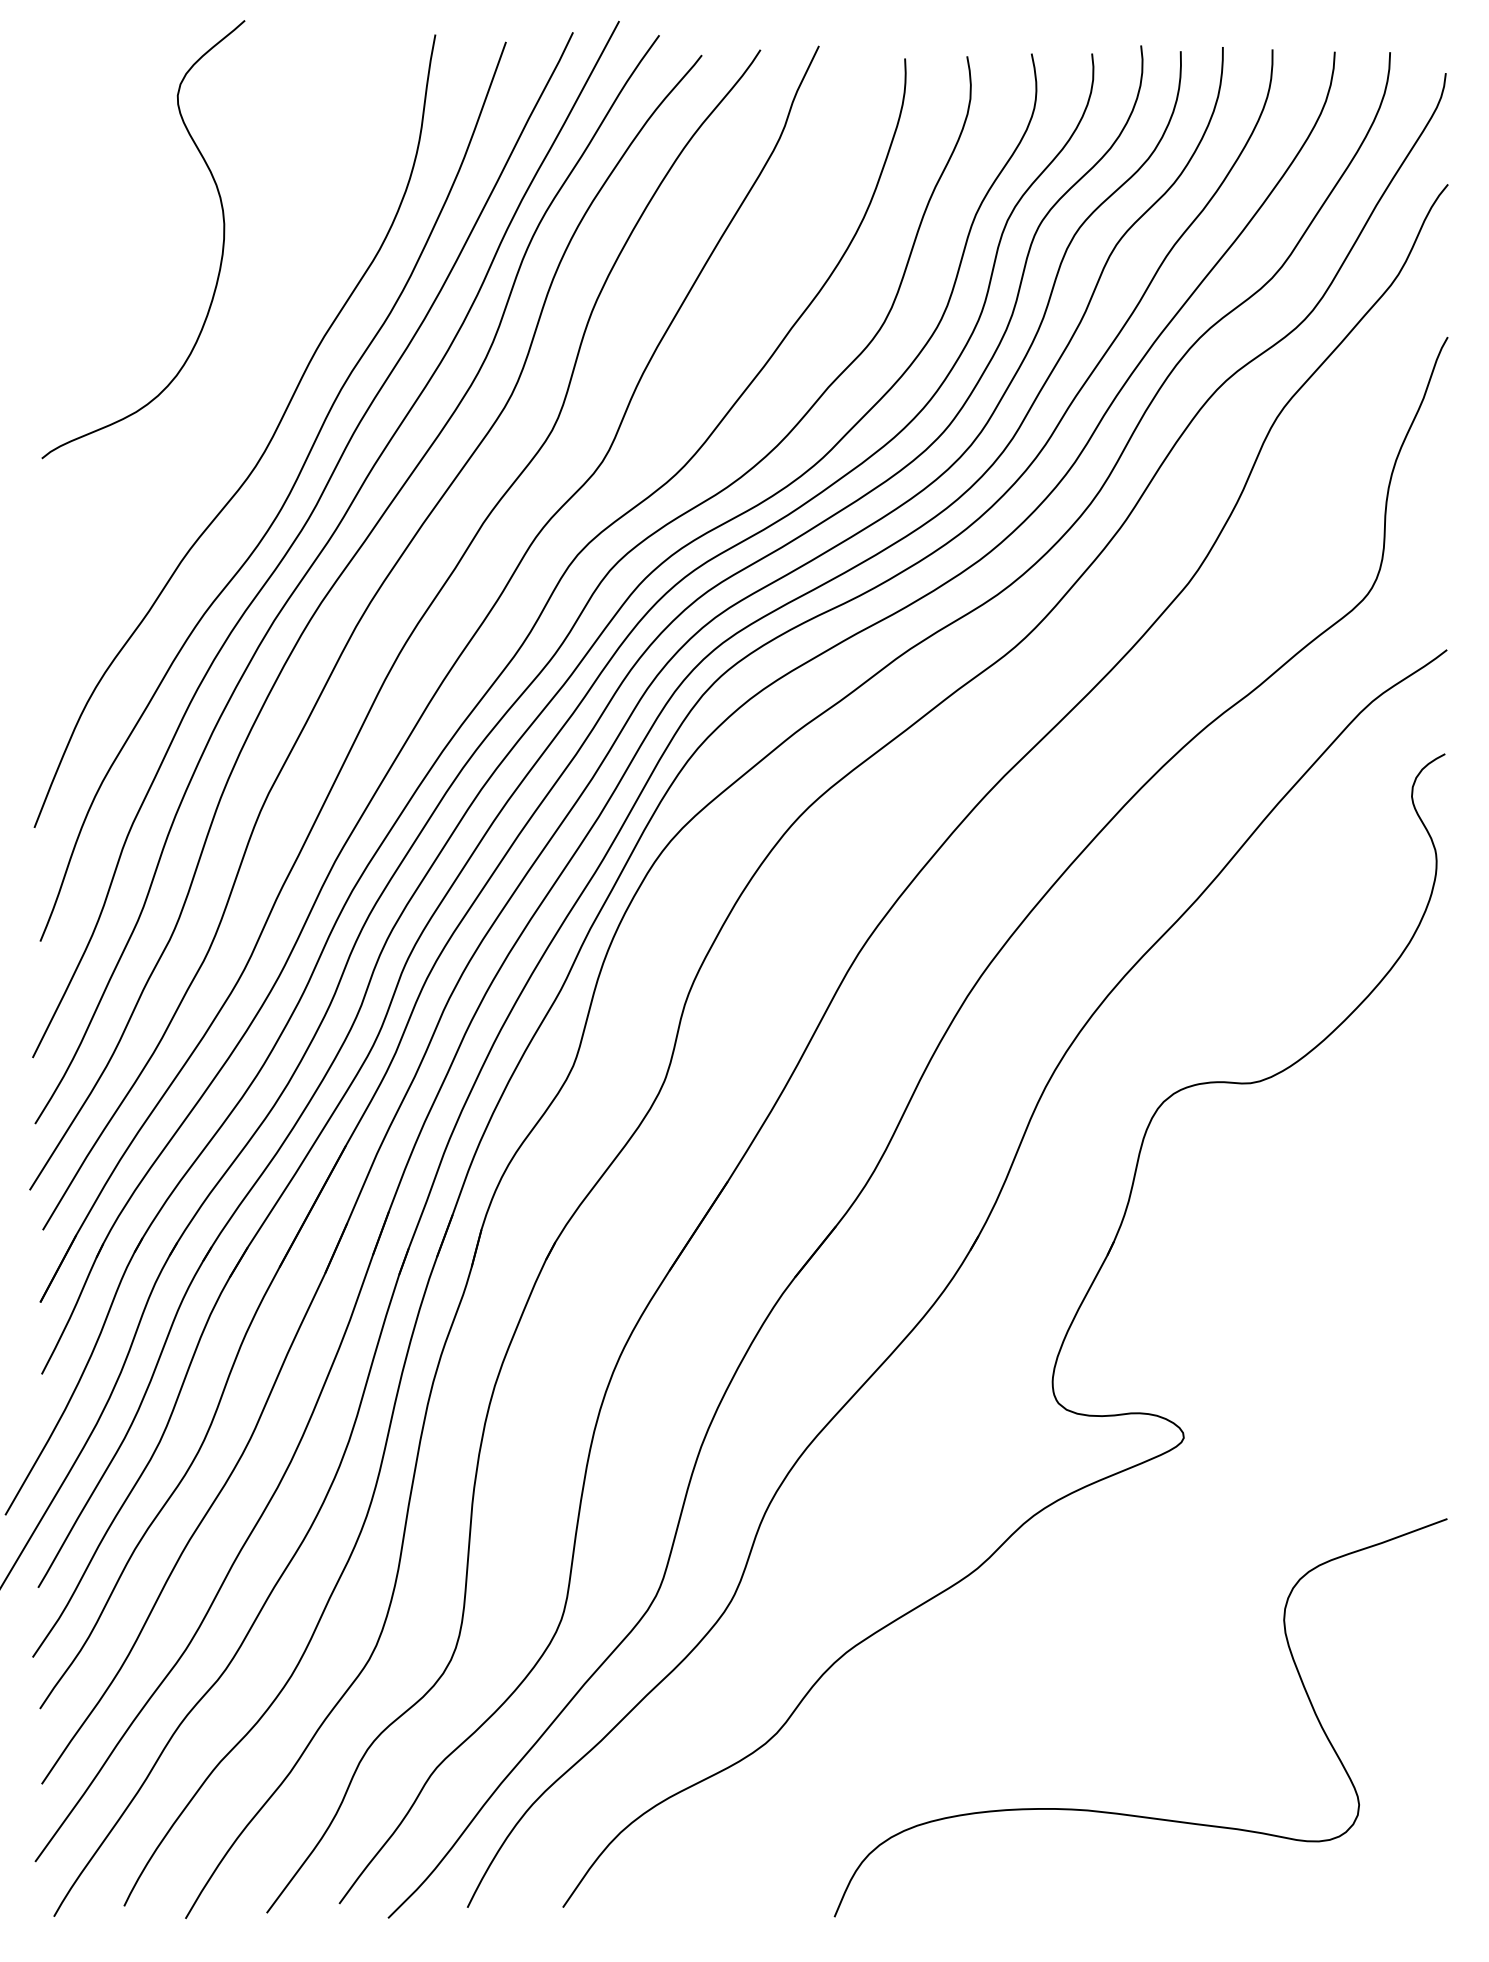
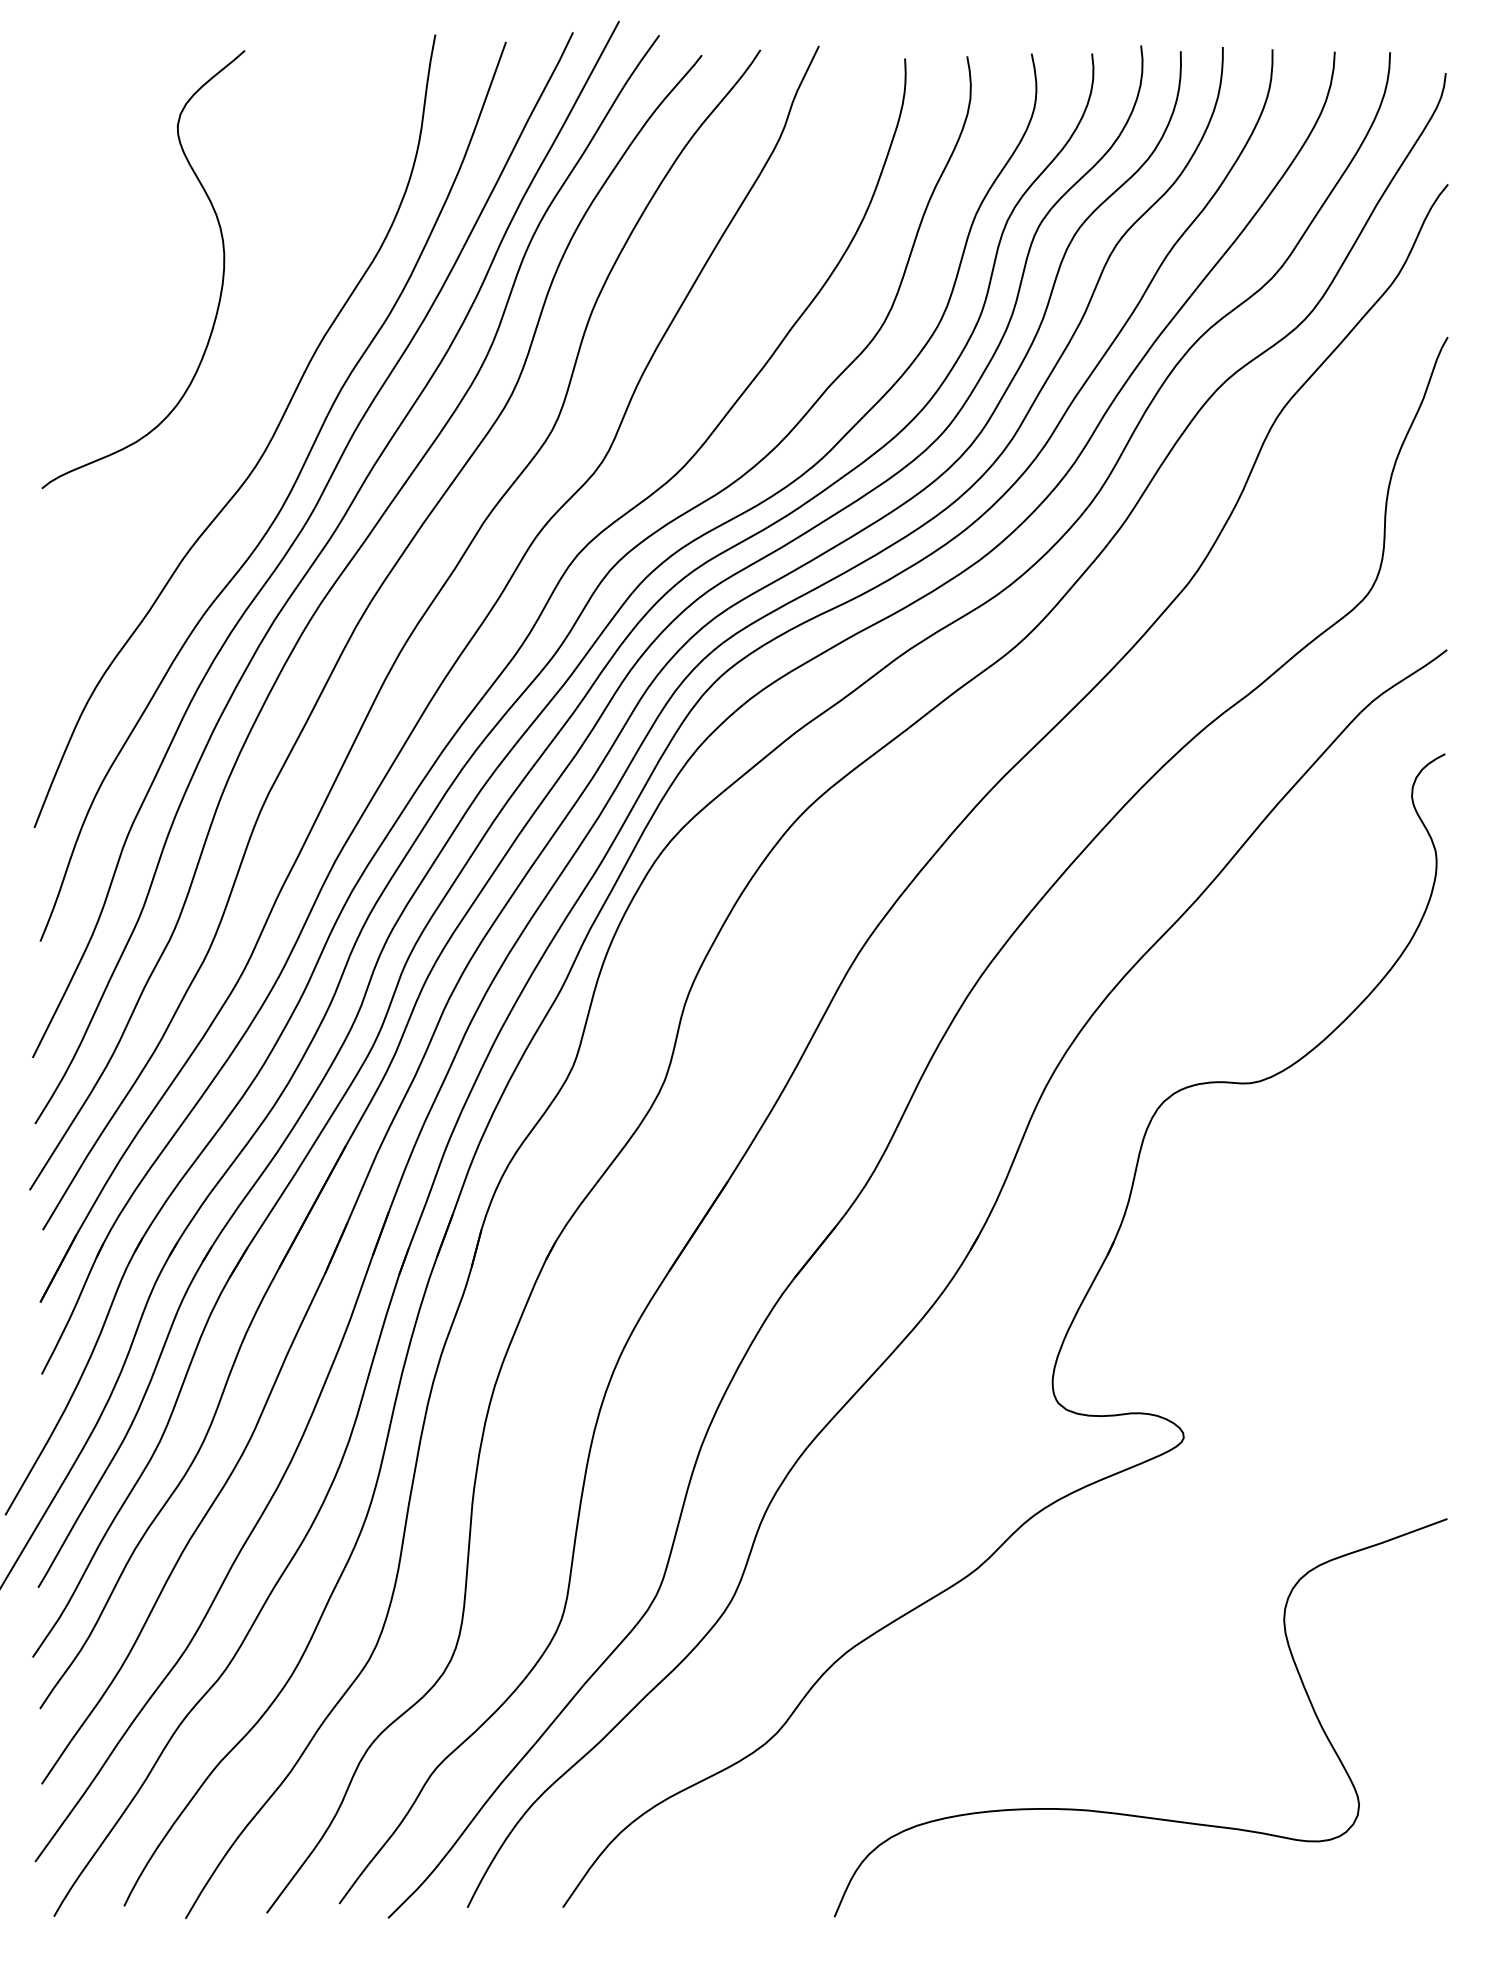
curve at (222, 242) position: (222, 242) -> (222, 272)
